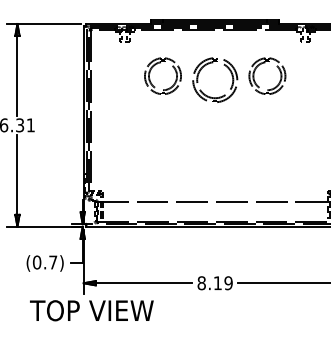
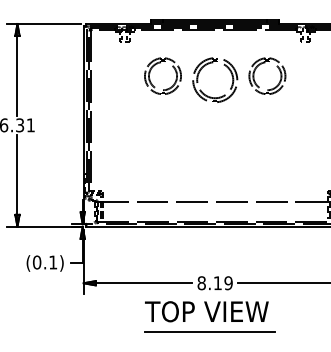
text at (53, 262): (0.7) -> (0.1)
text at (91, 310) position: (91, 310) -> (206, 311)
line at (209, 332): none -> present
